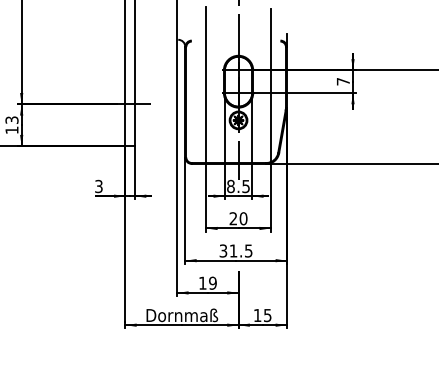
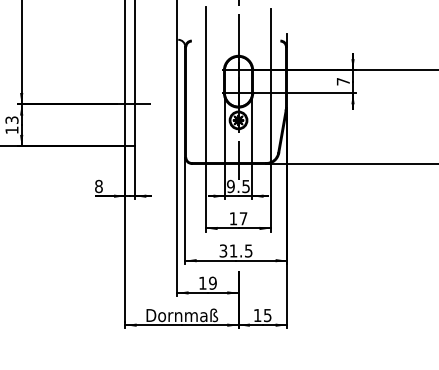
text at (98, 186): 3 -> 8
text at (230, 186): 8.5 -> 9.5
text at (238, 218): 20 -> 17
